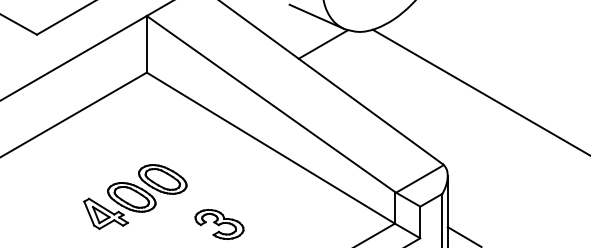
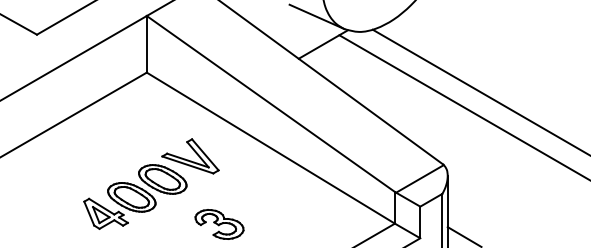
line at (463, 107): none -> present
part at (190, 156): none -> present
